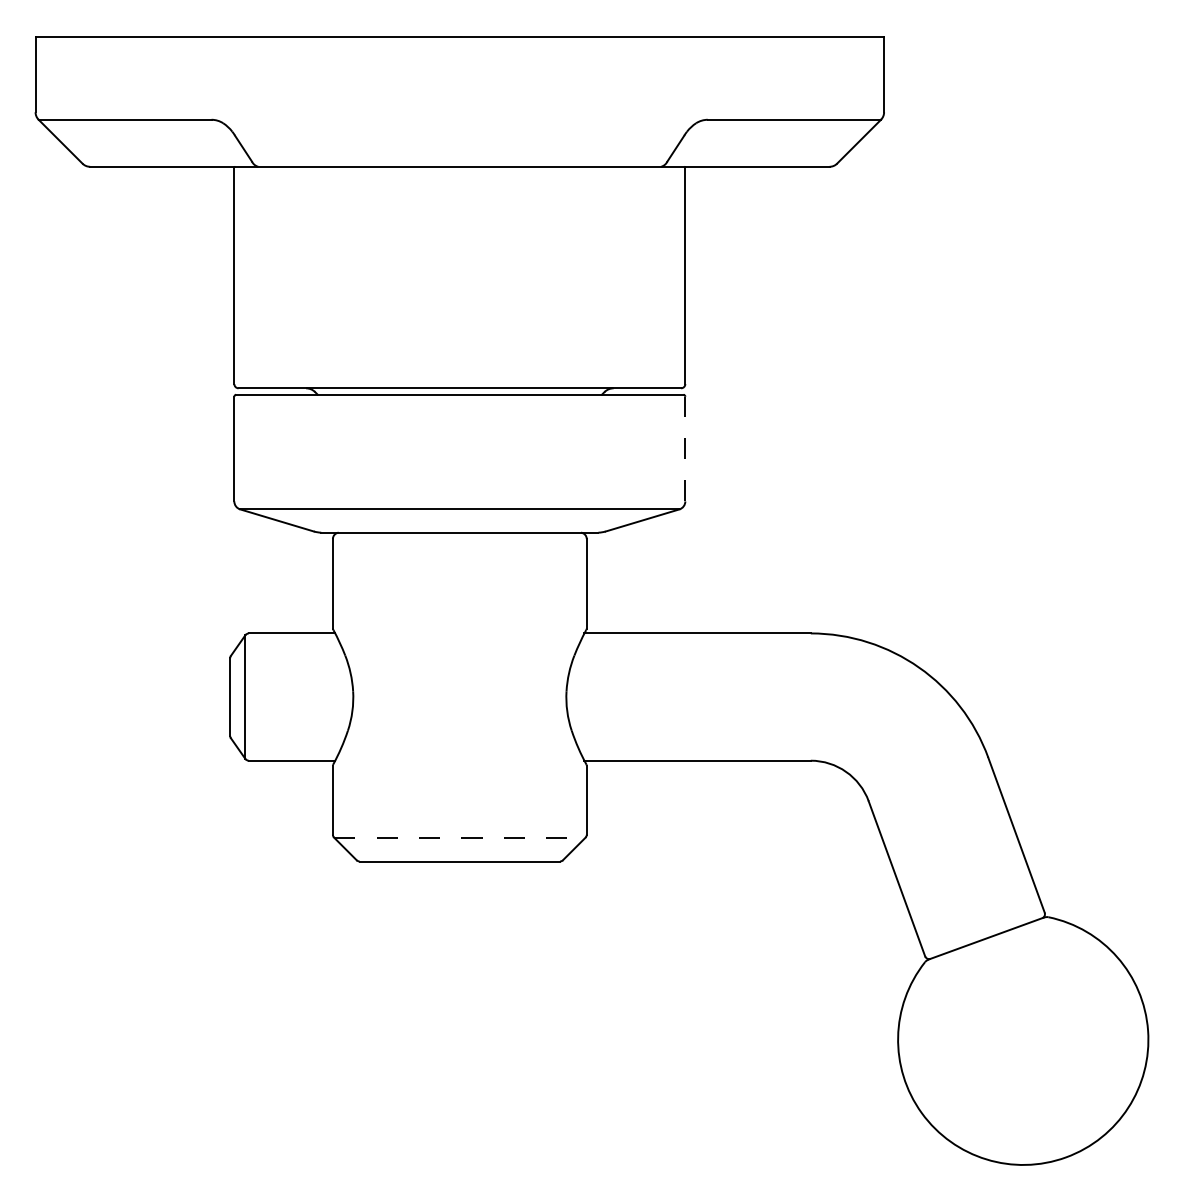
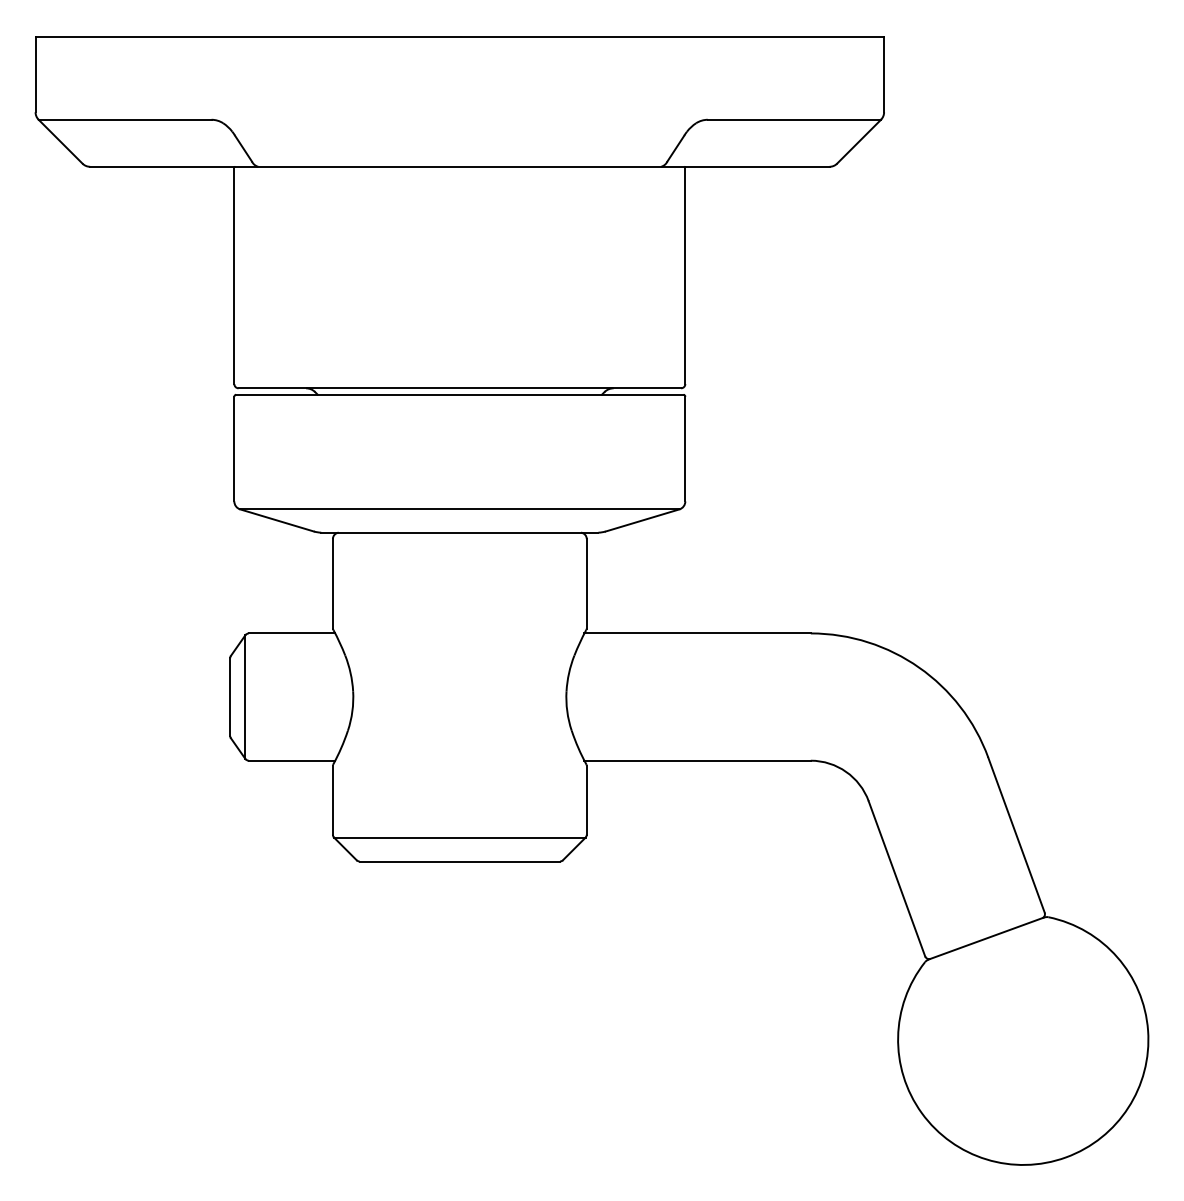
line at (685, 448): dashed -> solid
line at (459, 837): dashed -> solid
